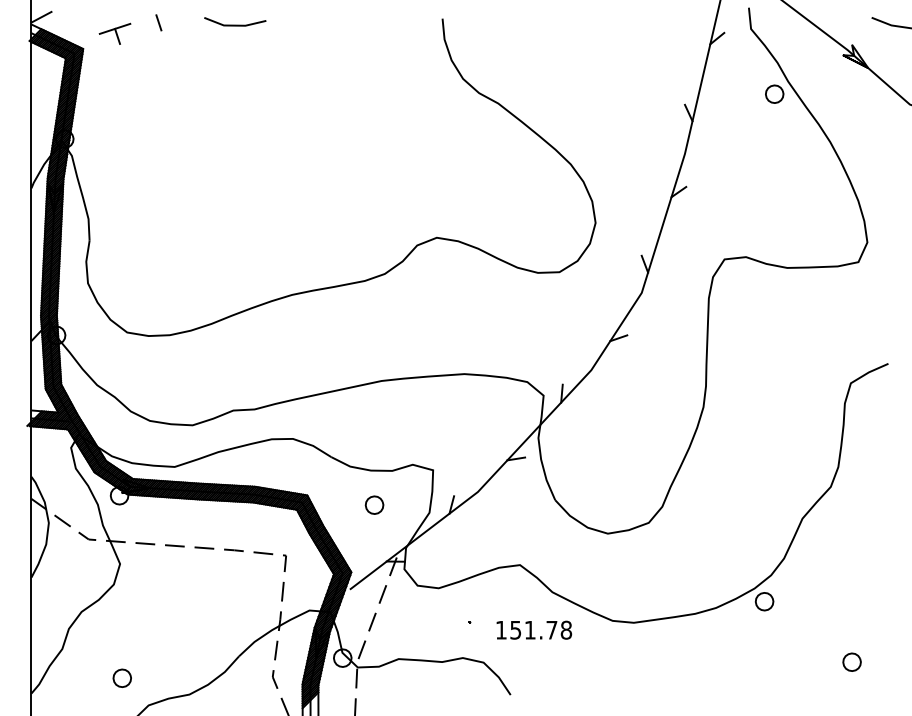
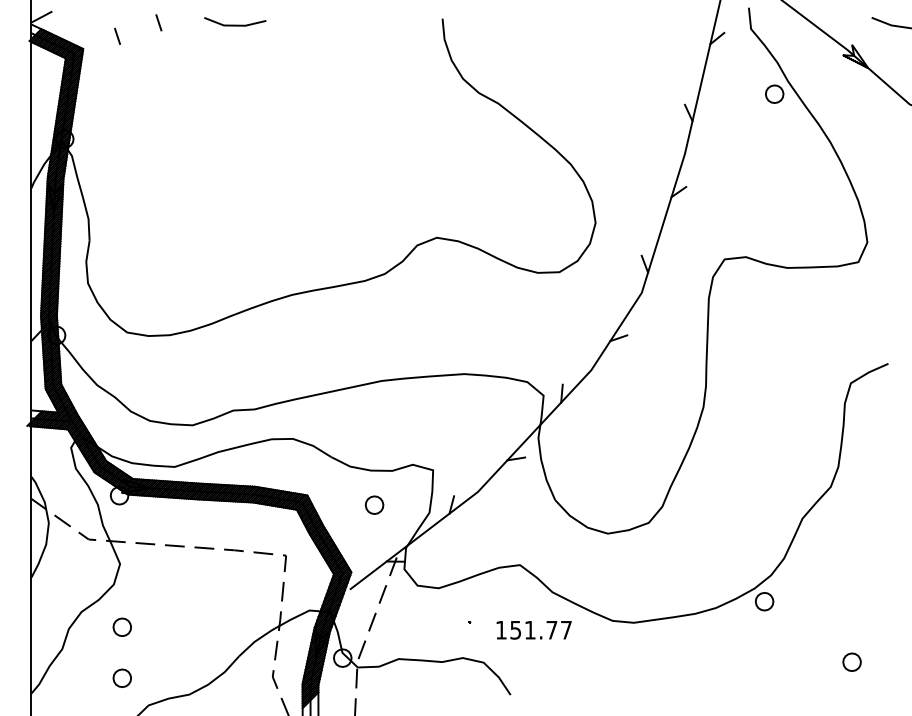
line at (114, 28): present -> none
part at (121, 626): none -> present
text at (566, 629): 151.78 -> 151.77
